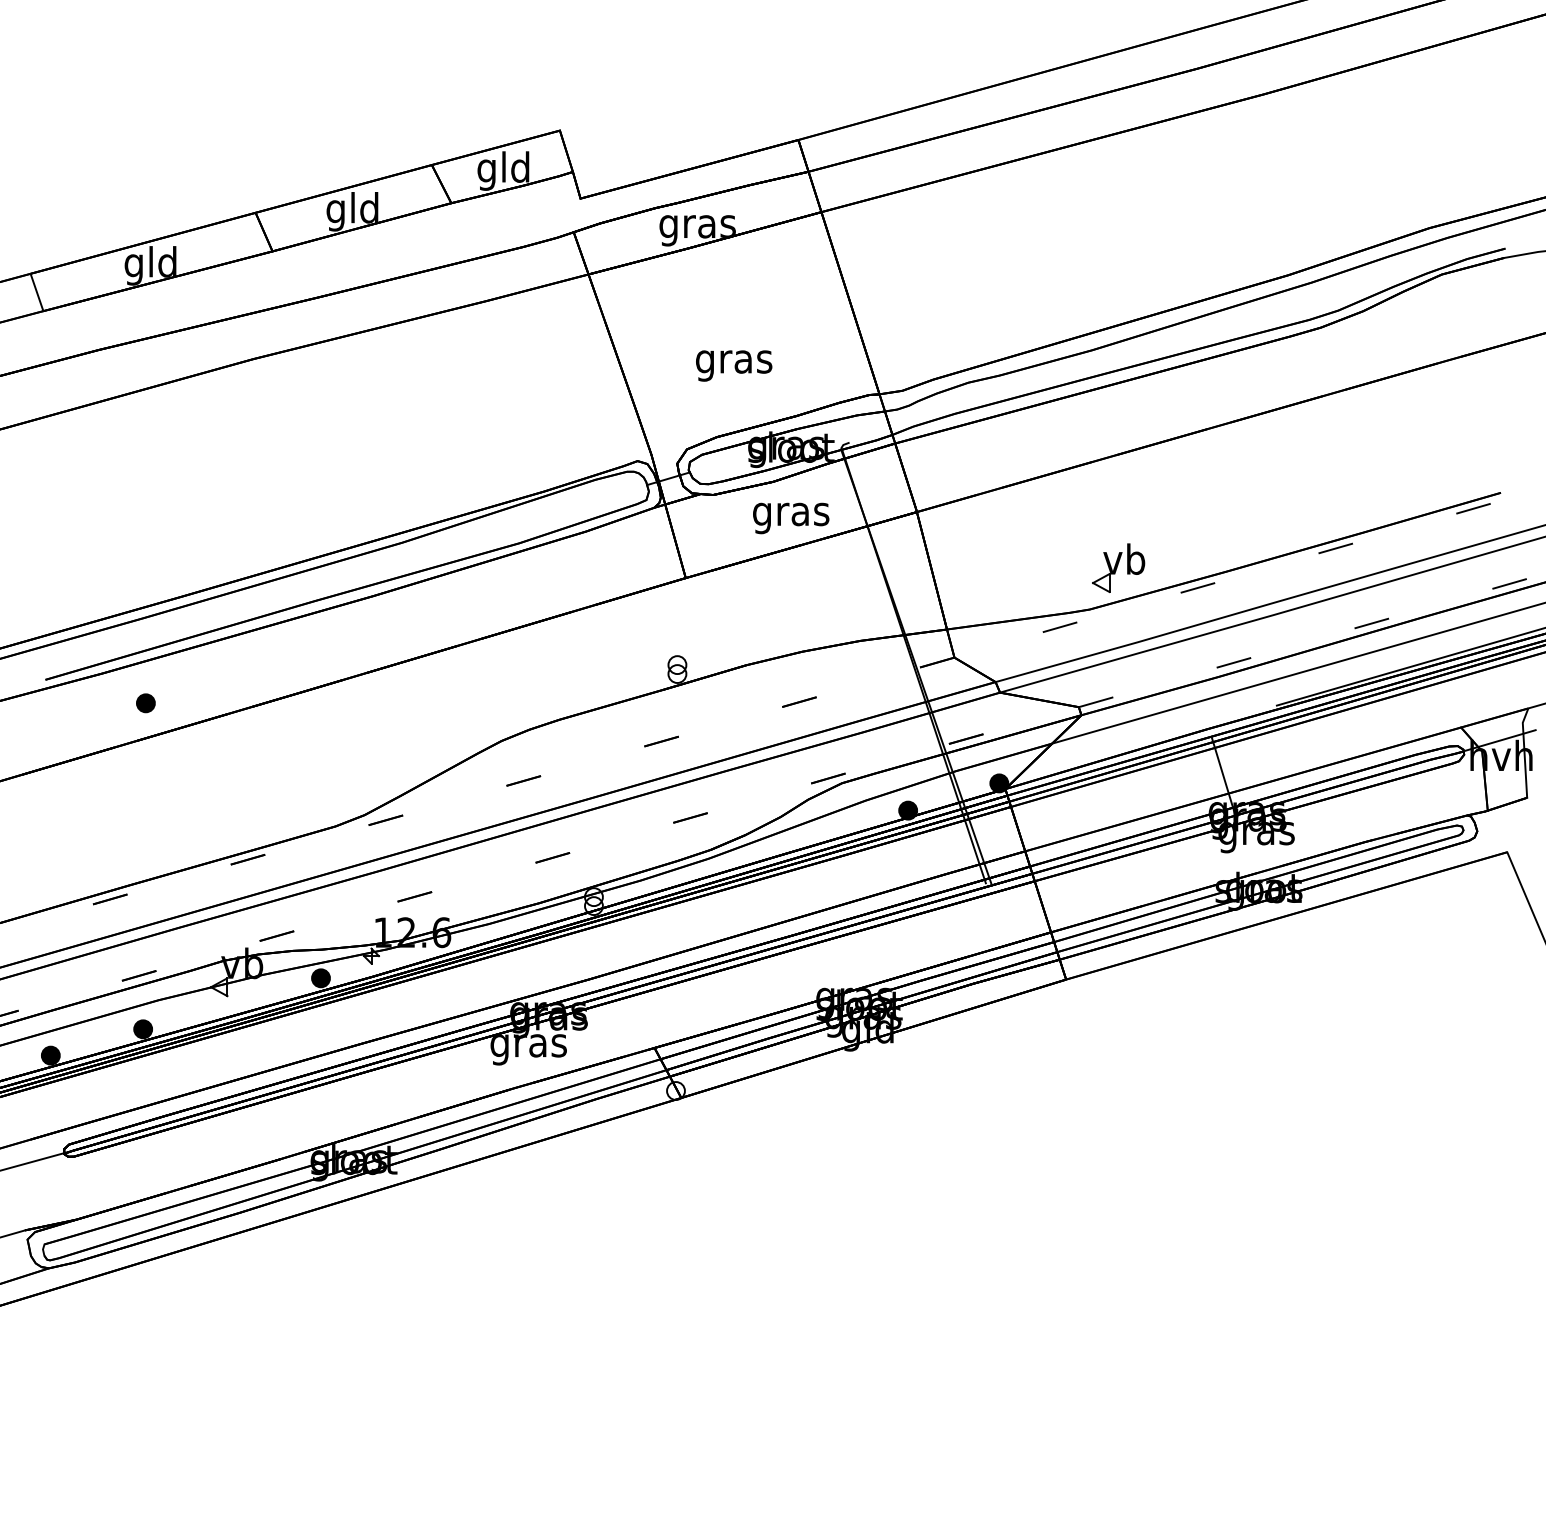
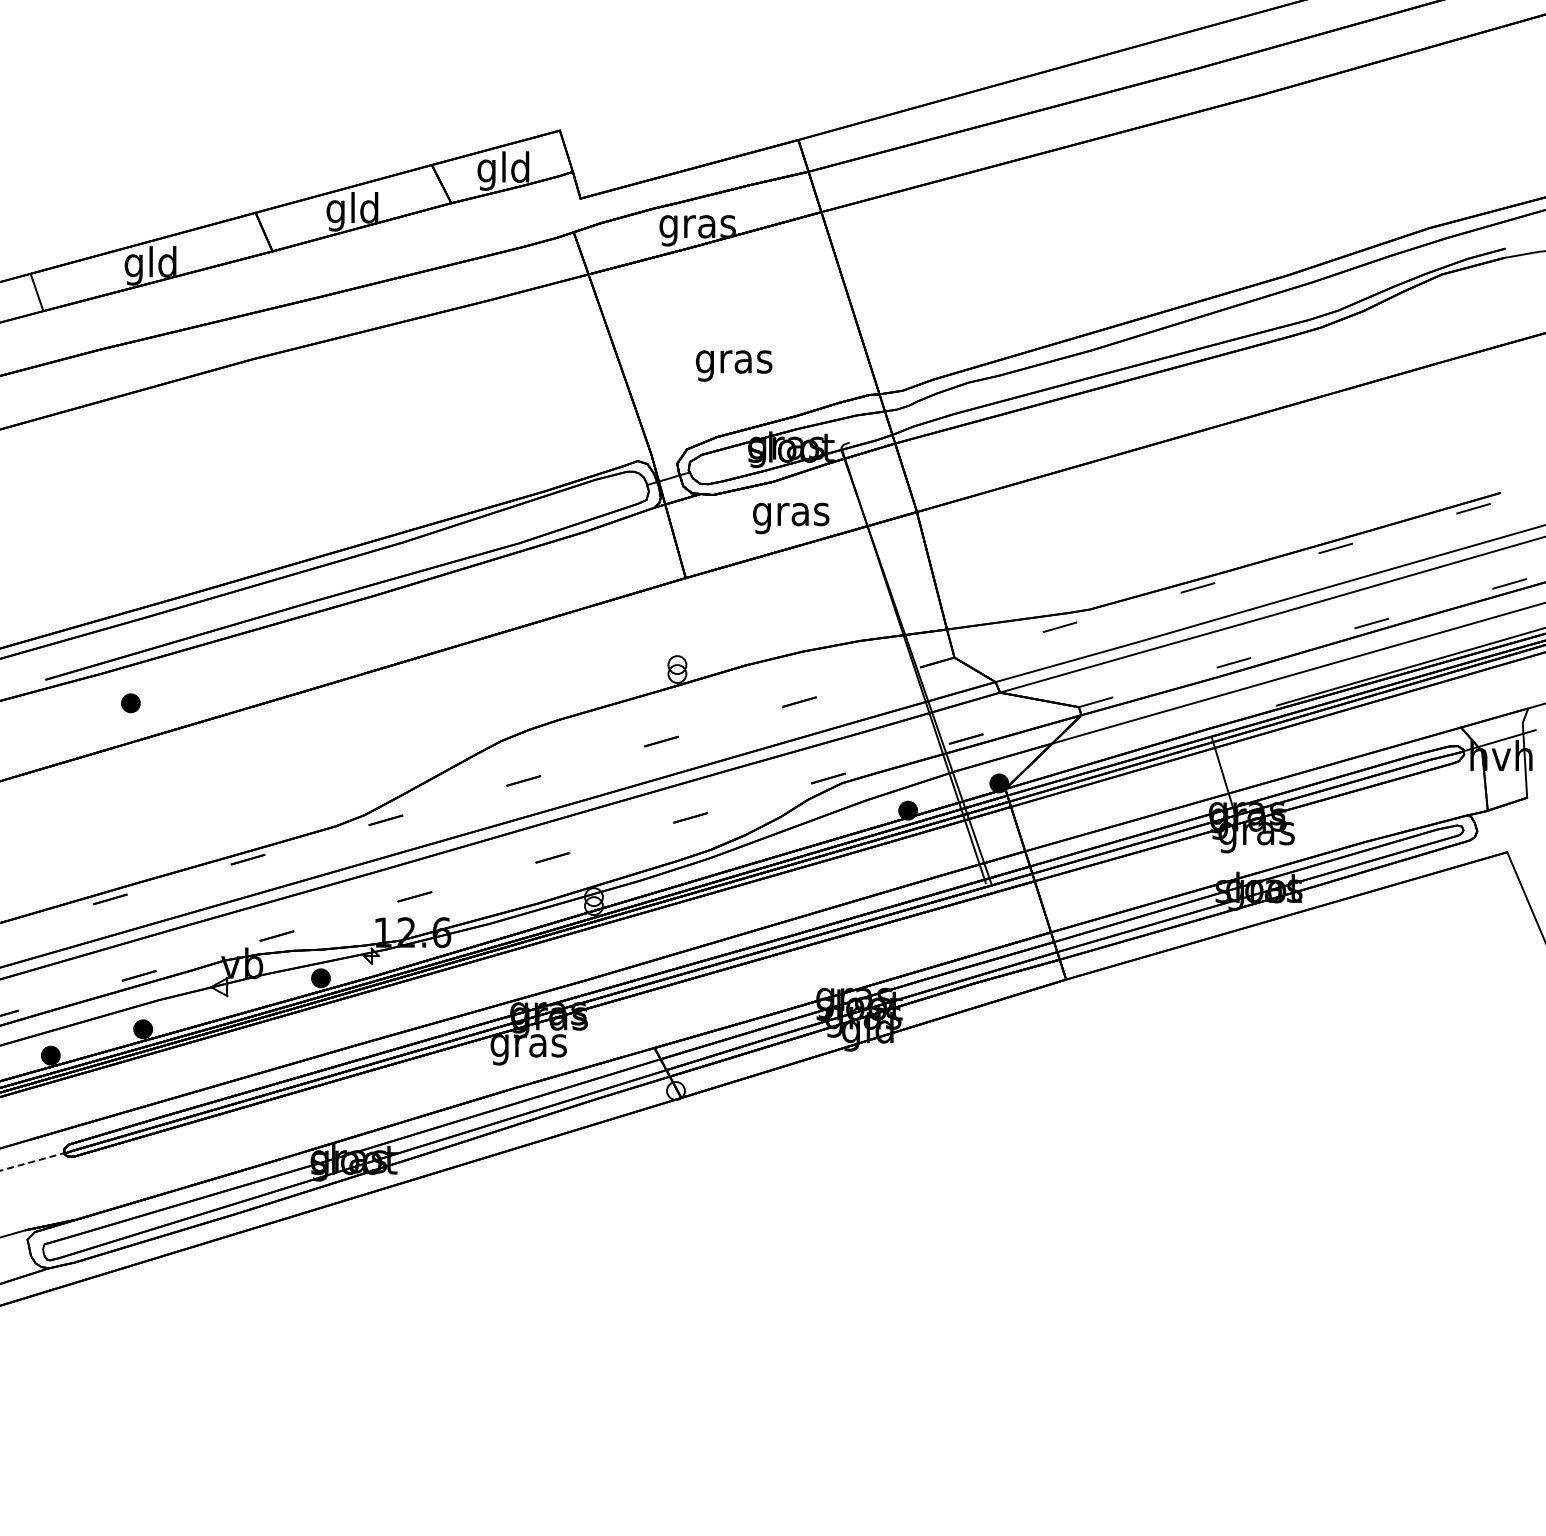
part at (1118, 567): present -> none
part at (145, 703) position: (145, 703) -> (130, 703)
line at (36, 1160): solid -> dashed
